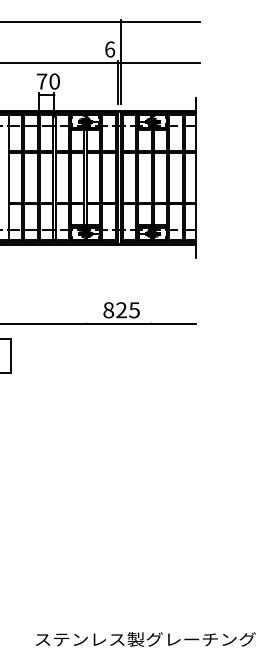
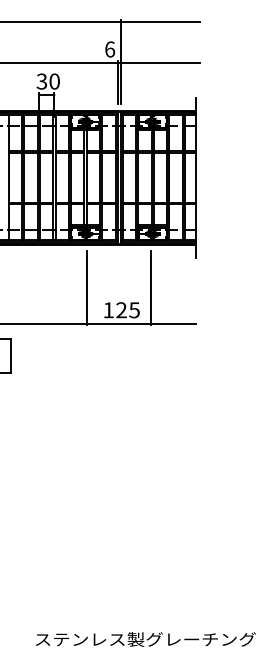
text at (41, 81): 70 -> 30
line at (86, 288): none -> present
line at (151, 288): none -> present
text at (108, 310): 825 -> 125
